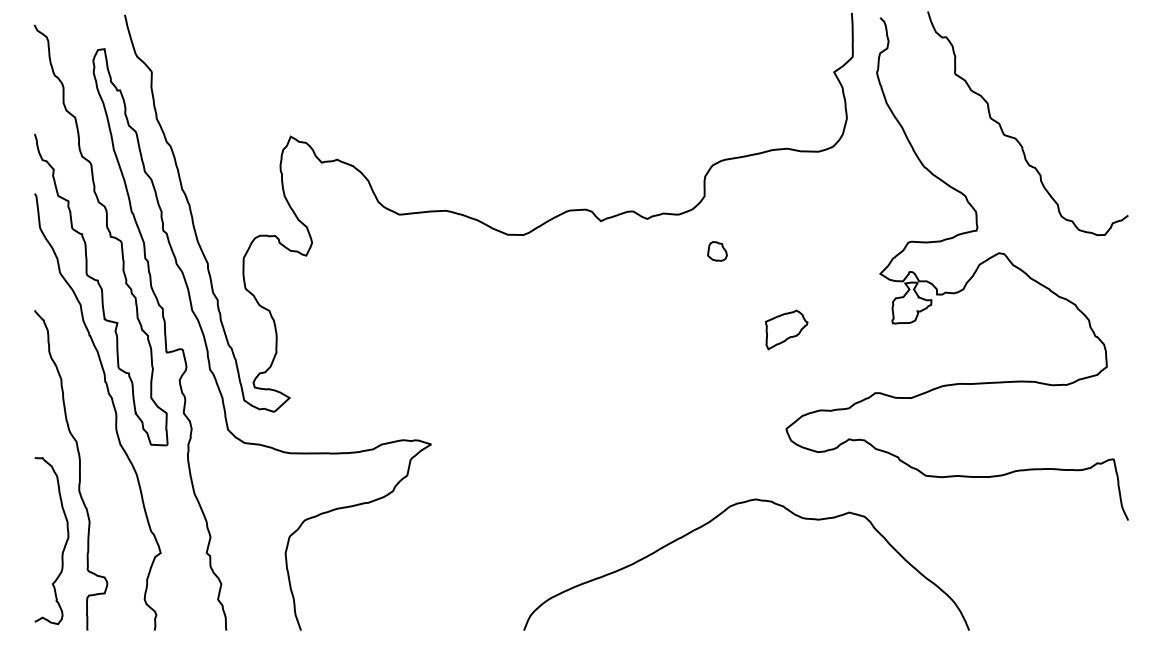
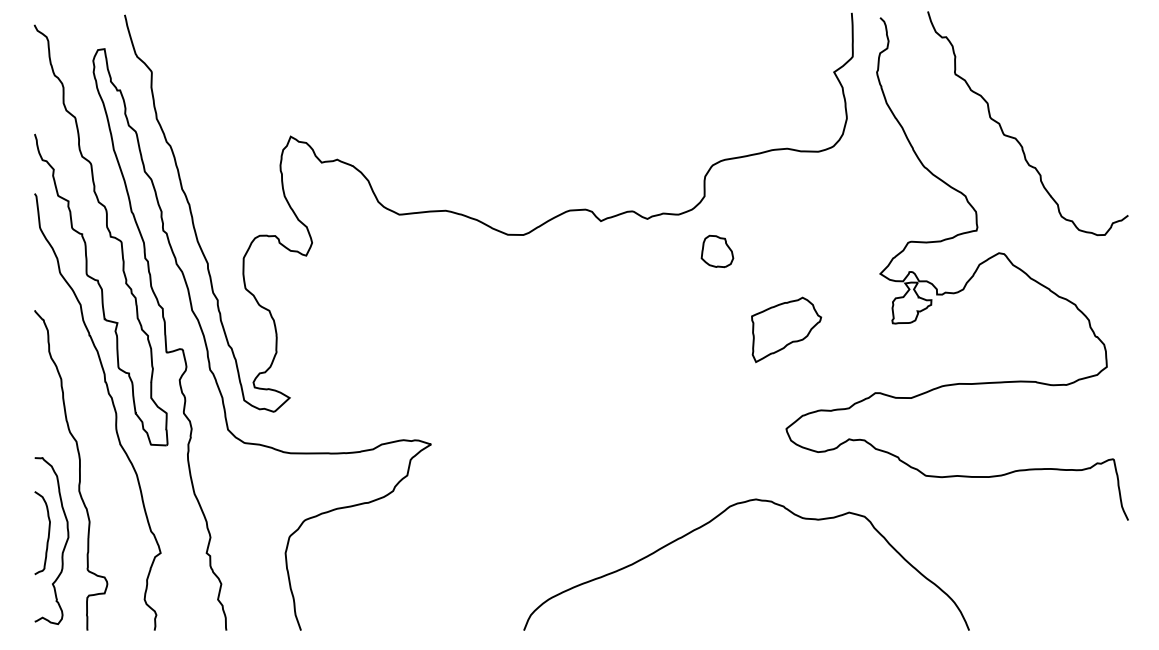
part at (717, 251) size: 21x21 px -> 35x35 px
part at (786, 329) size: 44x42 px -> 72x68 px
curve at (47, 536): none -> present
